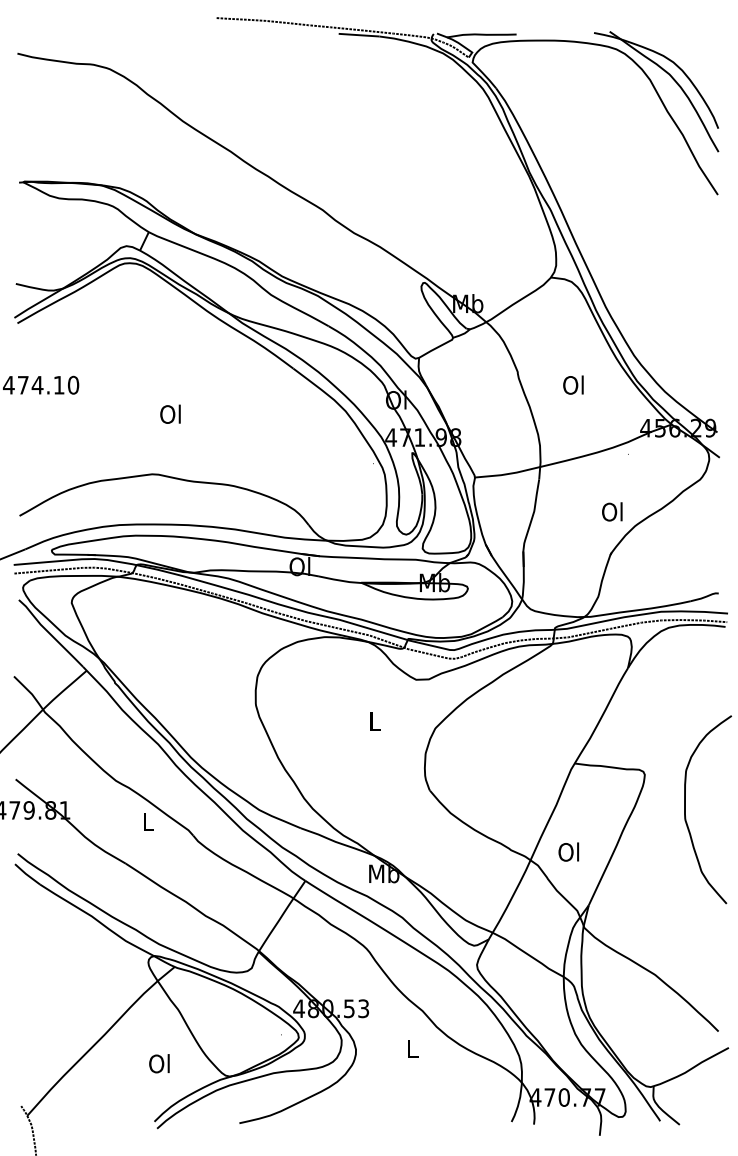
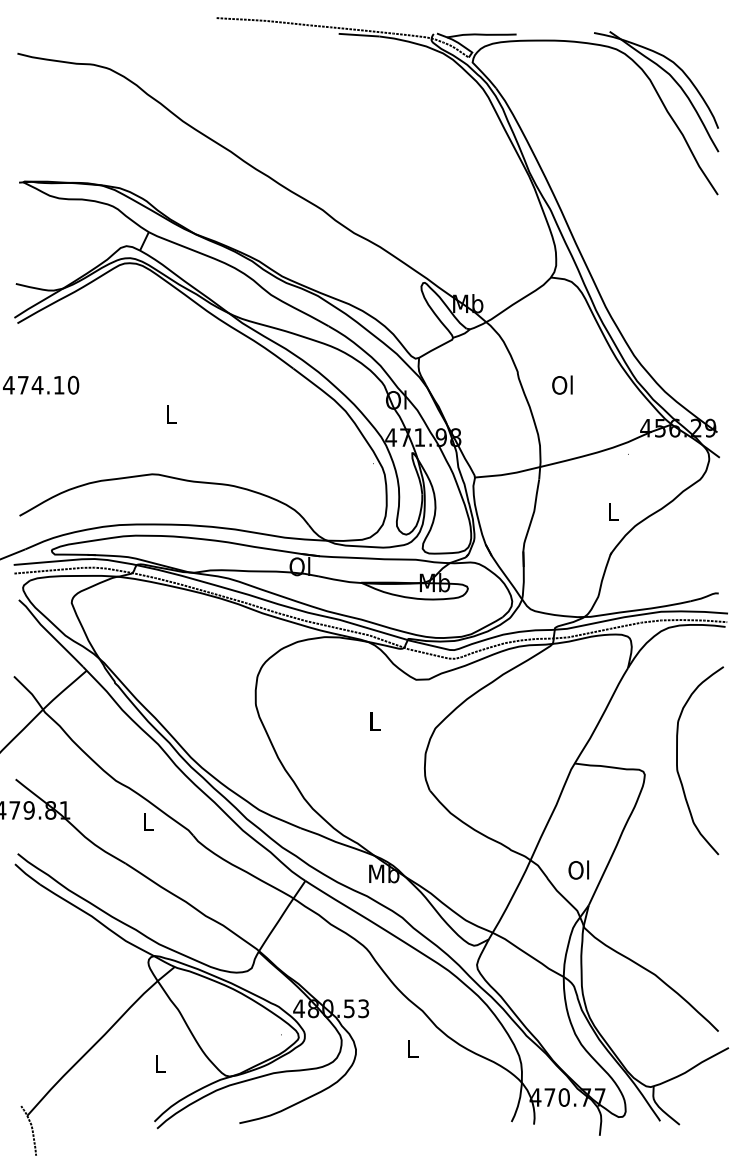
text at (573, 384) position: (573, 384) -> (562, 384)
text at (170, 413): Ol -> L
text at (612, 511): Ol -> L
curve at (685, 809) position: (685, 809) -> (677, 760)
text at (568, 851) position: (568, 851) -> (578, 869)
text at (159, 1063): Ol -> L
